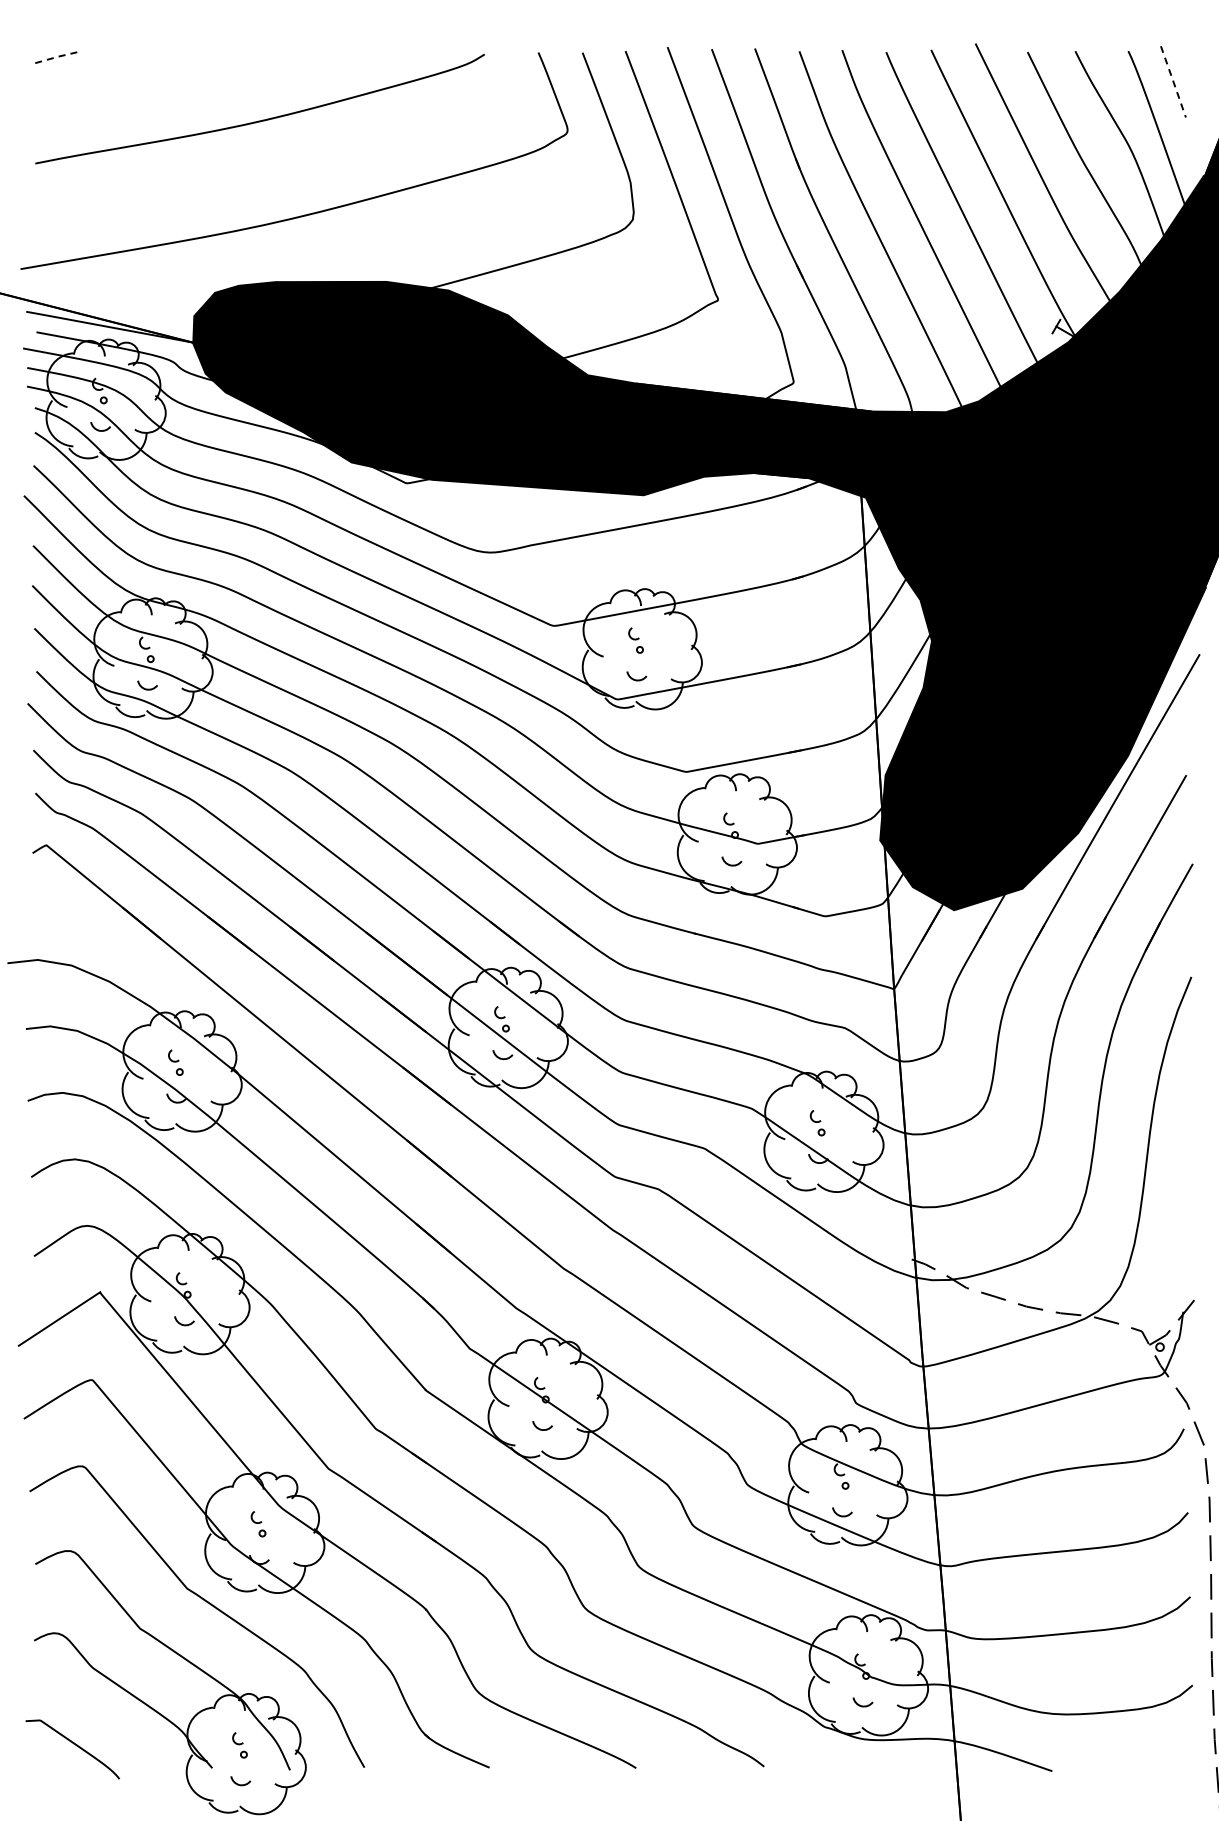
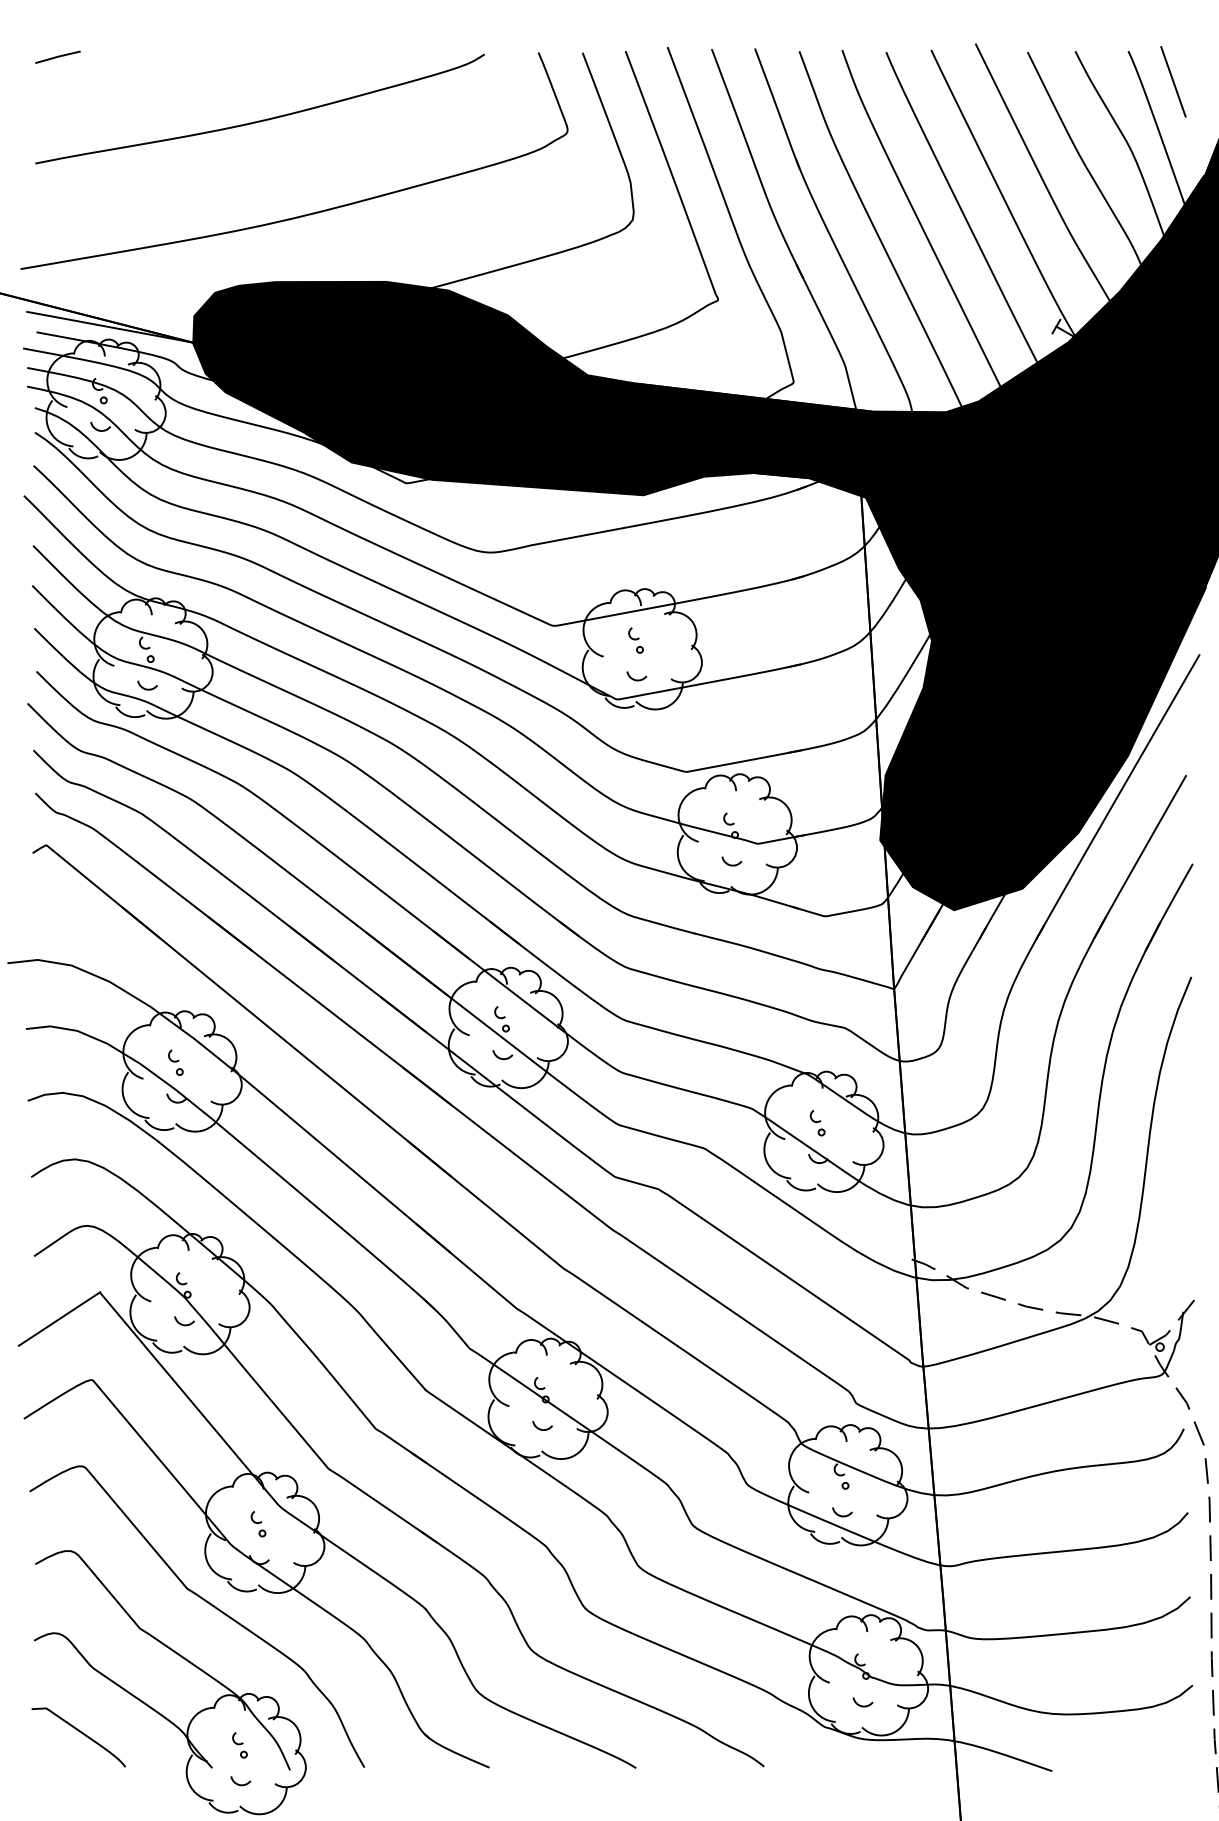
line at (58, 56): dashed -> solid
line at (1173, 81): dashed -> solid
curve at (75, 1745) position: (75, 1745) -> (81, 1733)
